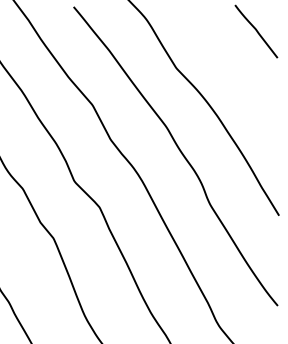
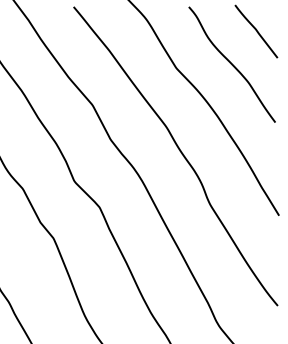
curve at (231, 64): none -> present
